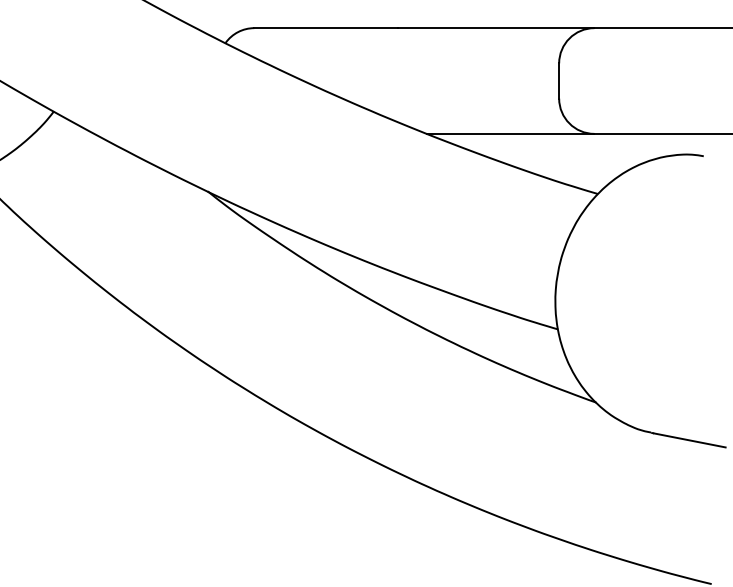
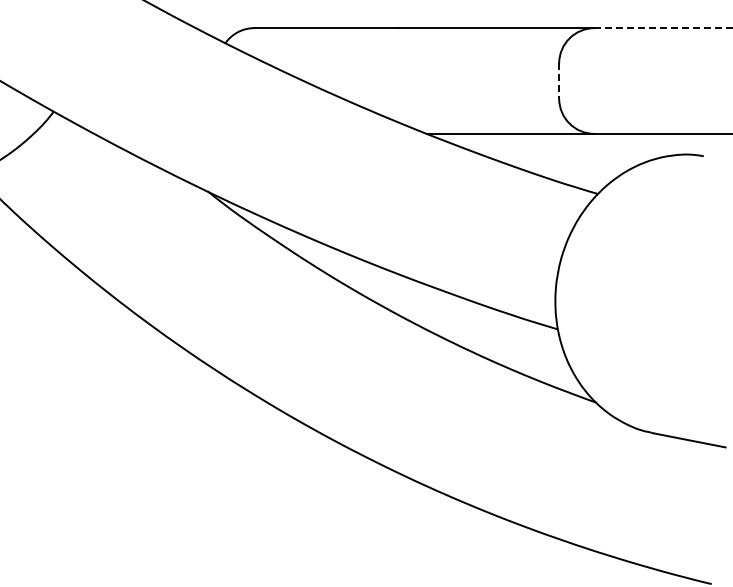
line at (663, 28): solid -> dashed
line at (559, 81): solid -> dashed
